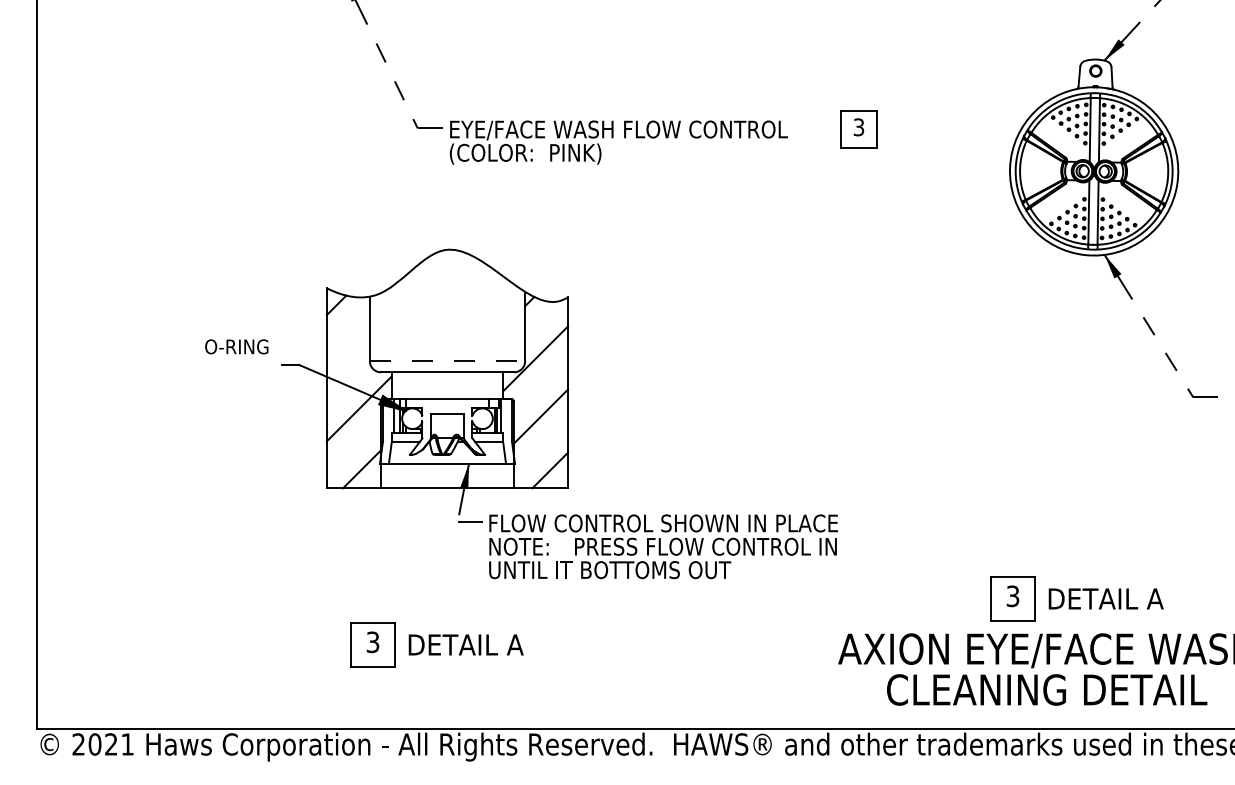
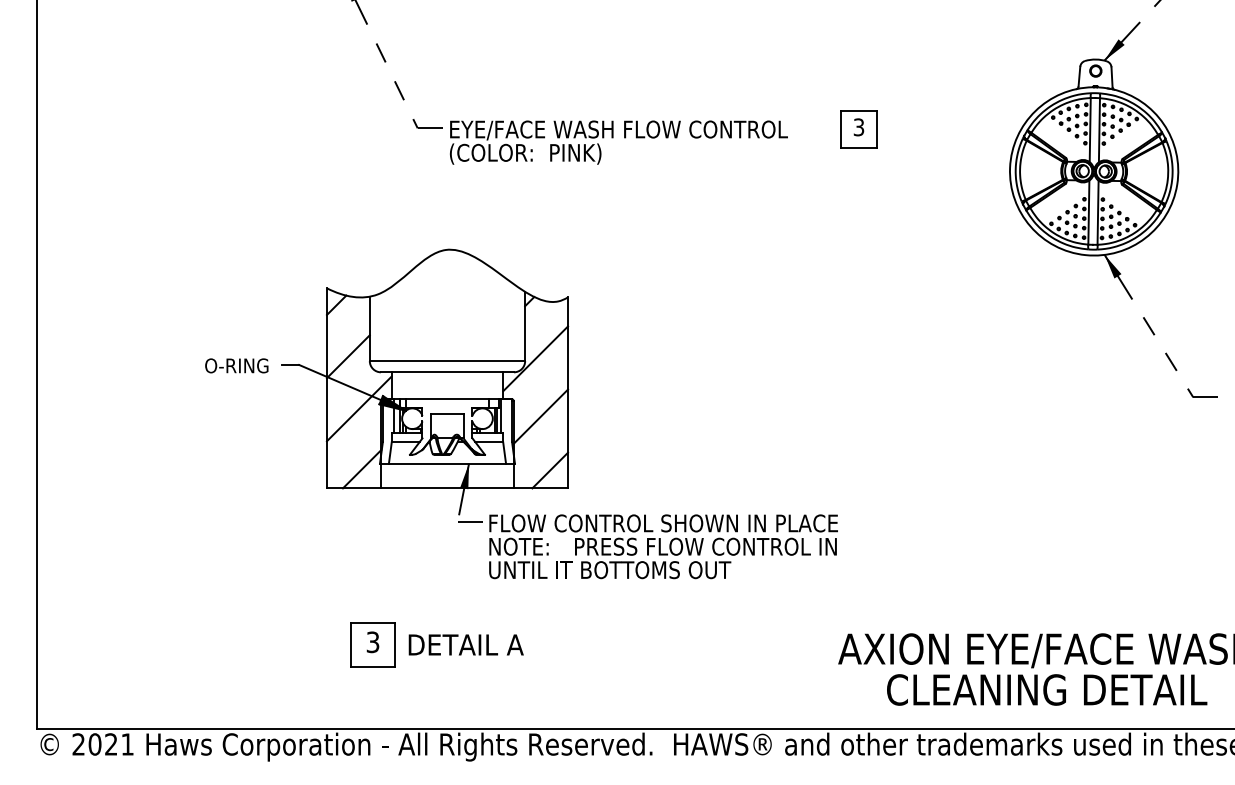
text at (236, 346) position: (236, 346) -> (236, 365)
line at (347, 356): none -> present
line at (447, 361): dashed -> solid
part at (1076, 598): present -> none
